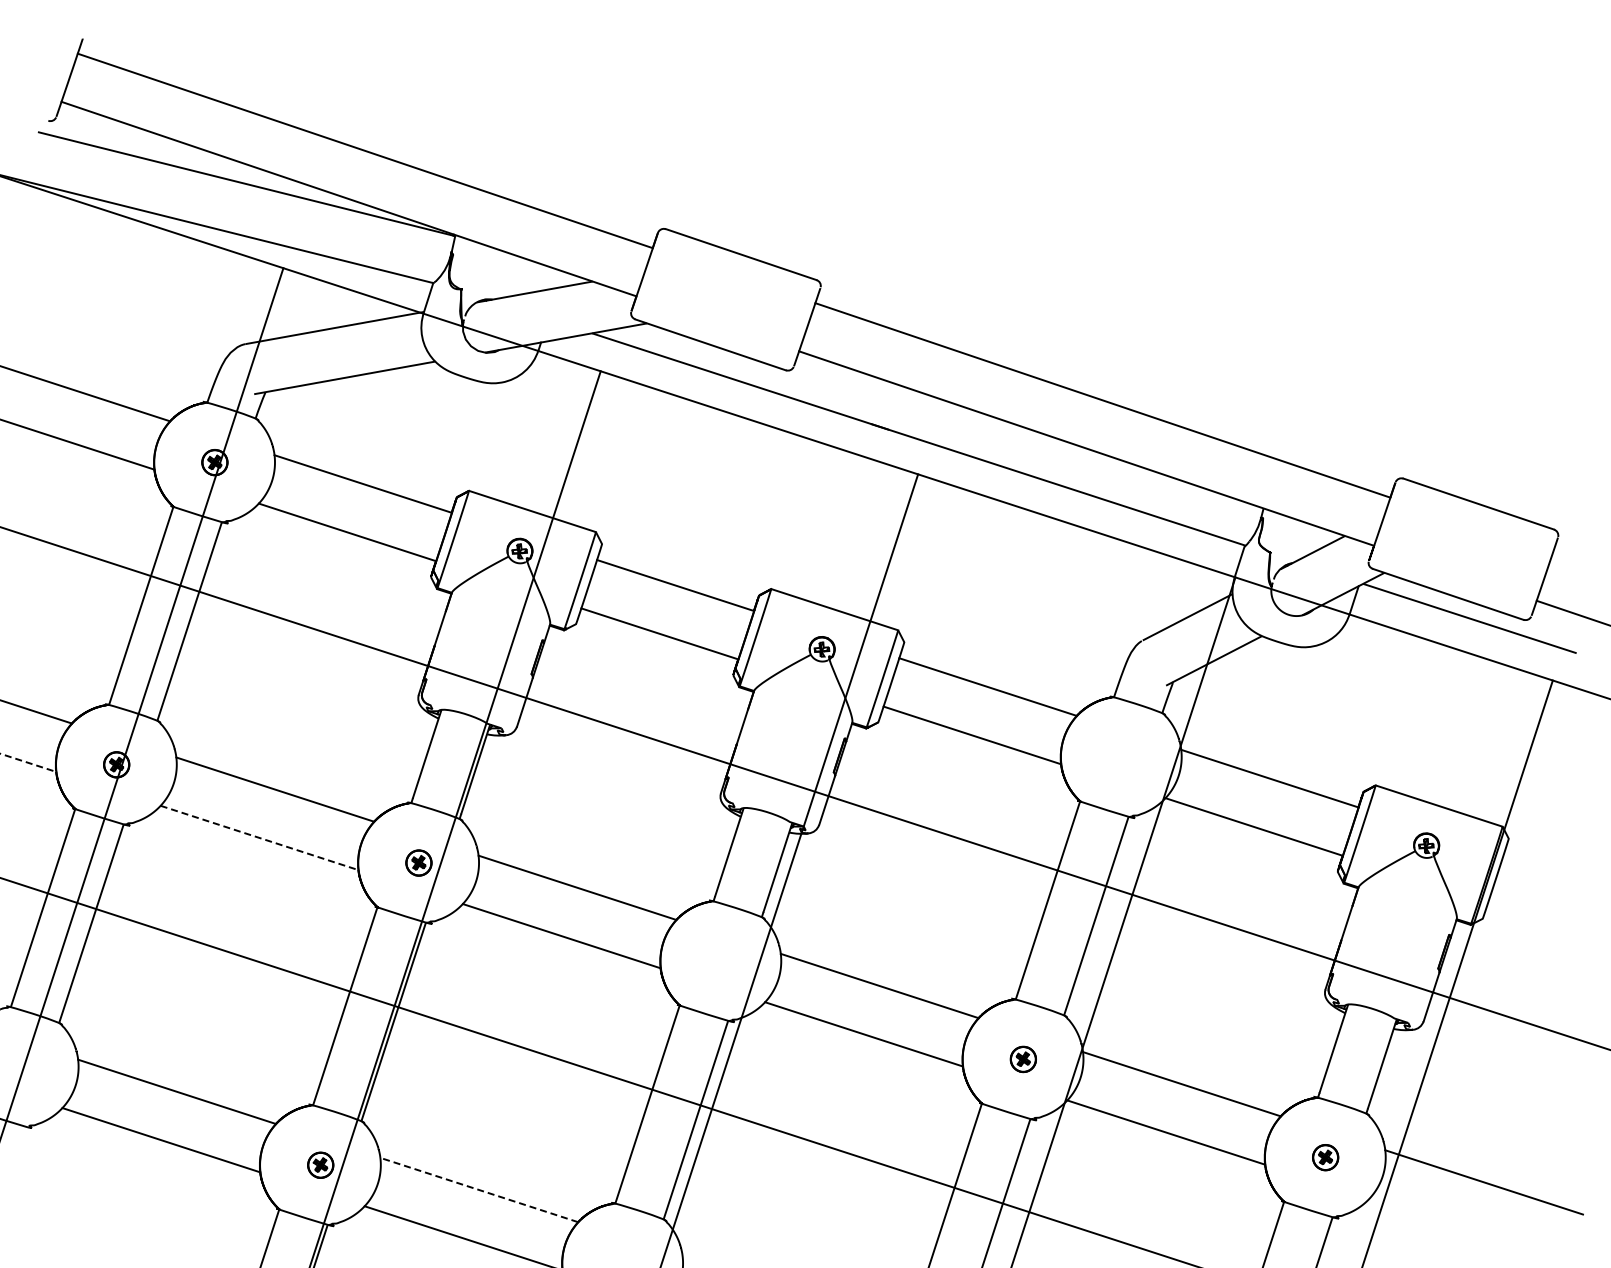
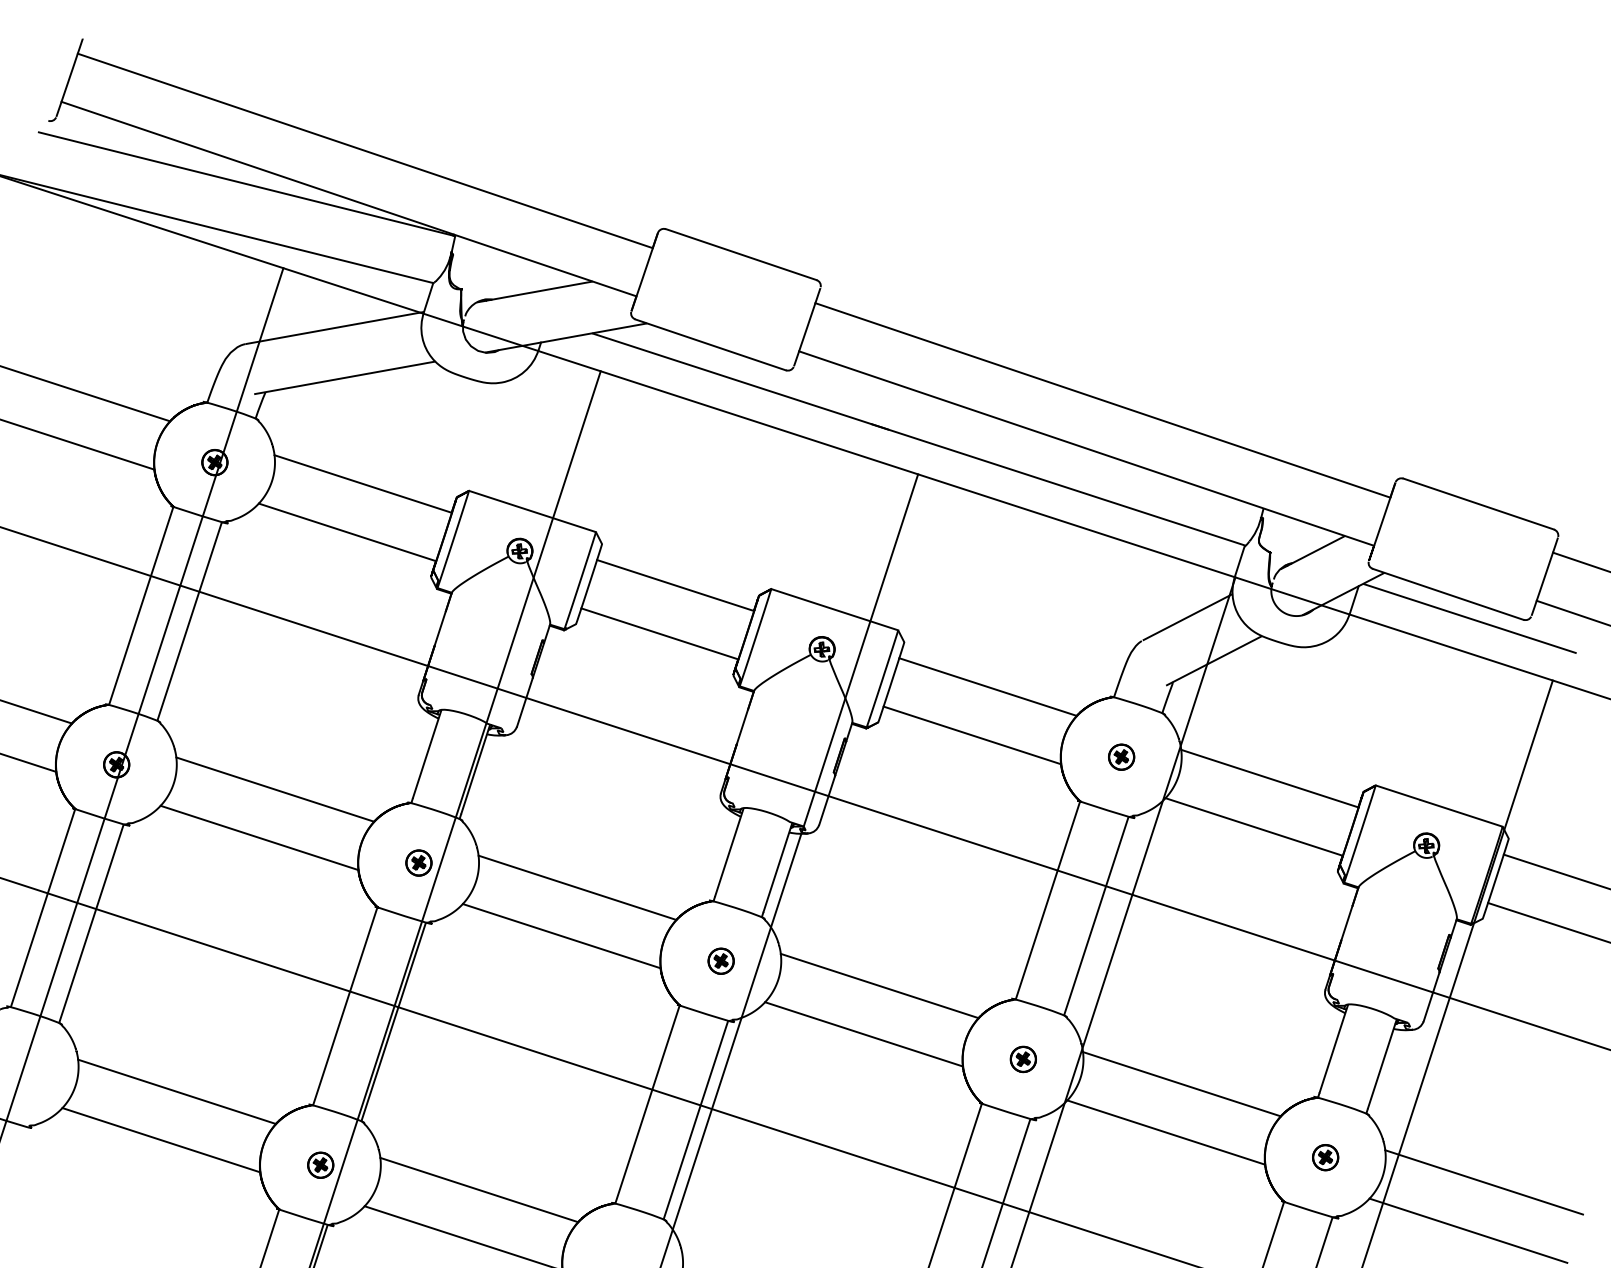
line at (1580, 561): none -> present
part at (1121, 756): none -> present
line at (28, 762): dashed -> solid
line at (259, 837): dashed -> solid
line at (1555, 871): none -> present
line at (1547, 922): none -> present
part at (720, 960): none -> present
line at (479, 1190): dashed -> solid
line at (1468, 1230): none -> present
